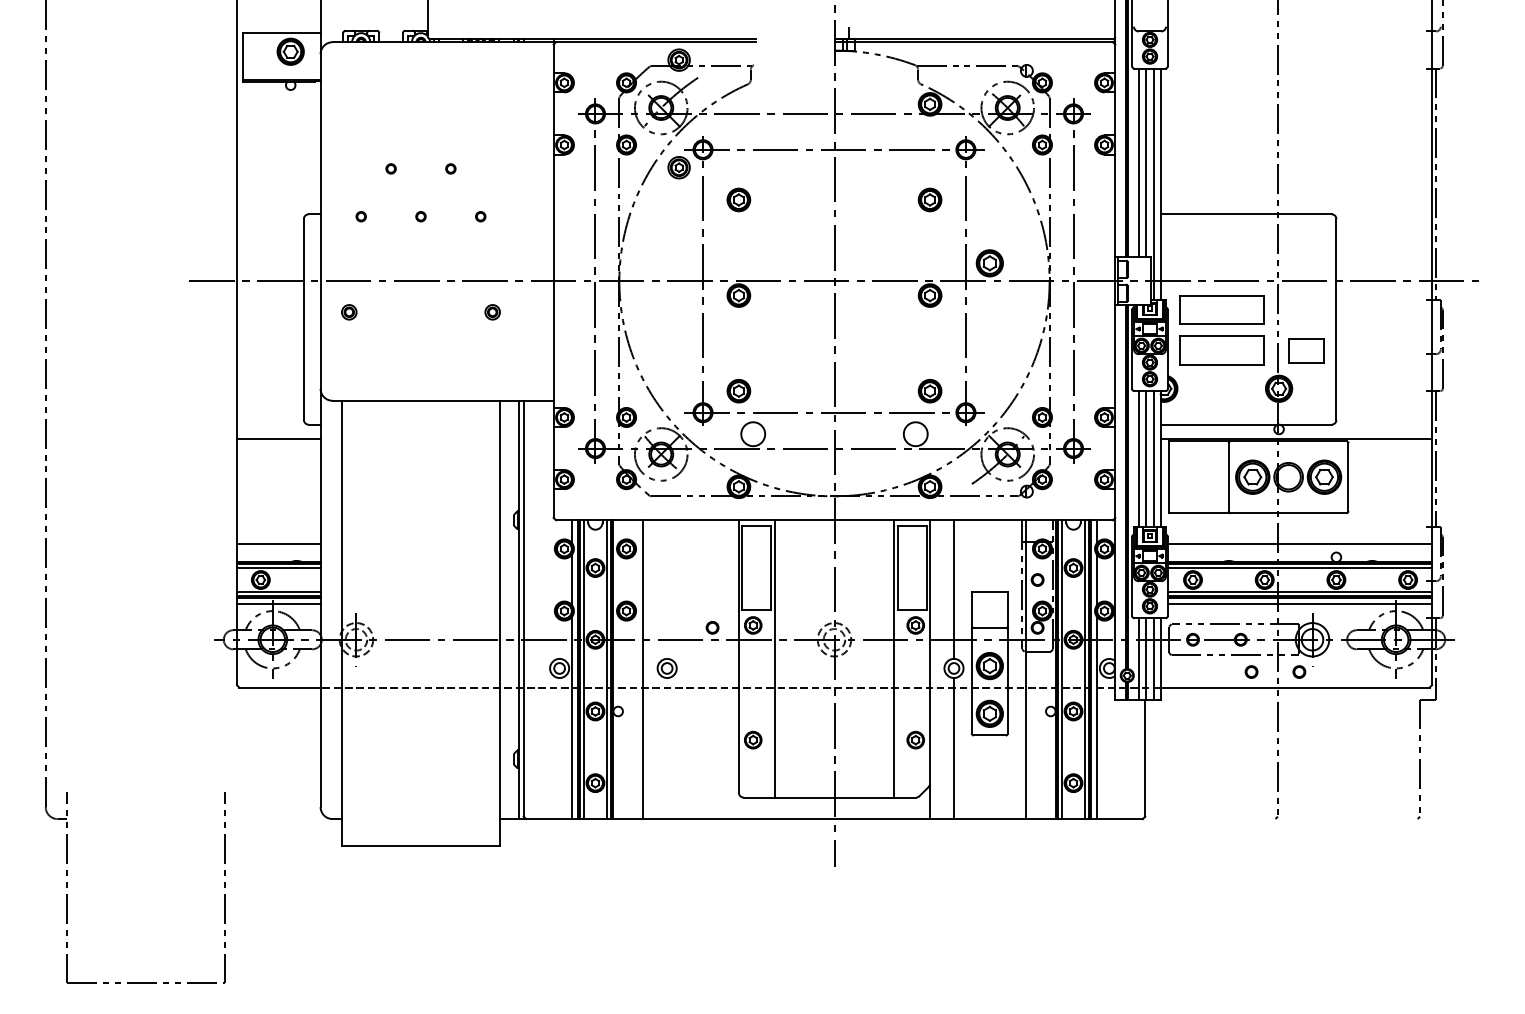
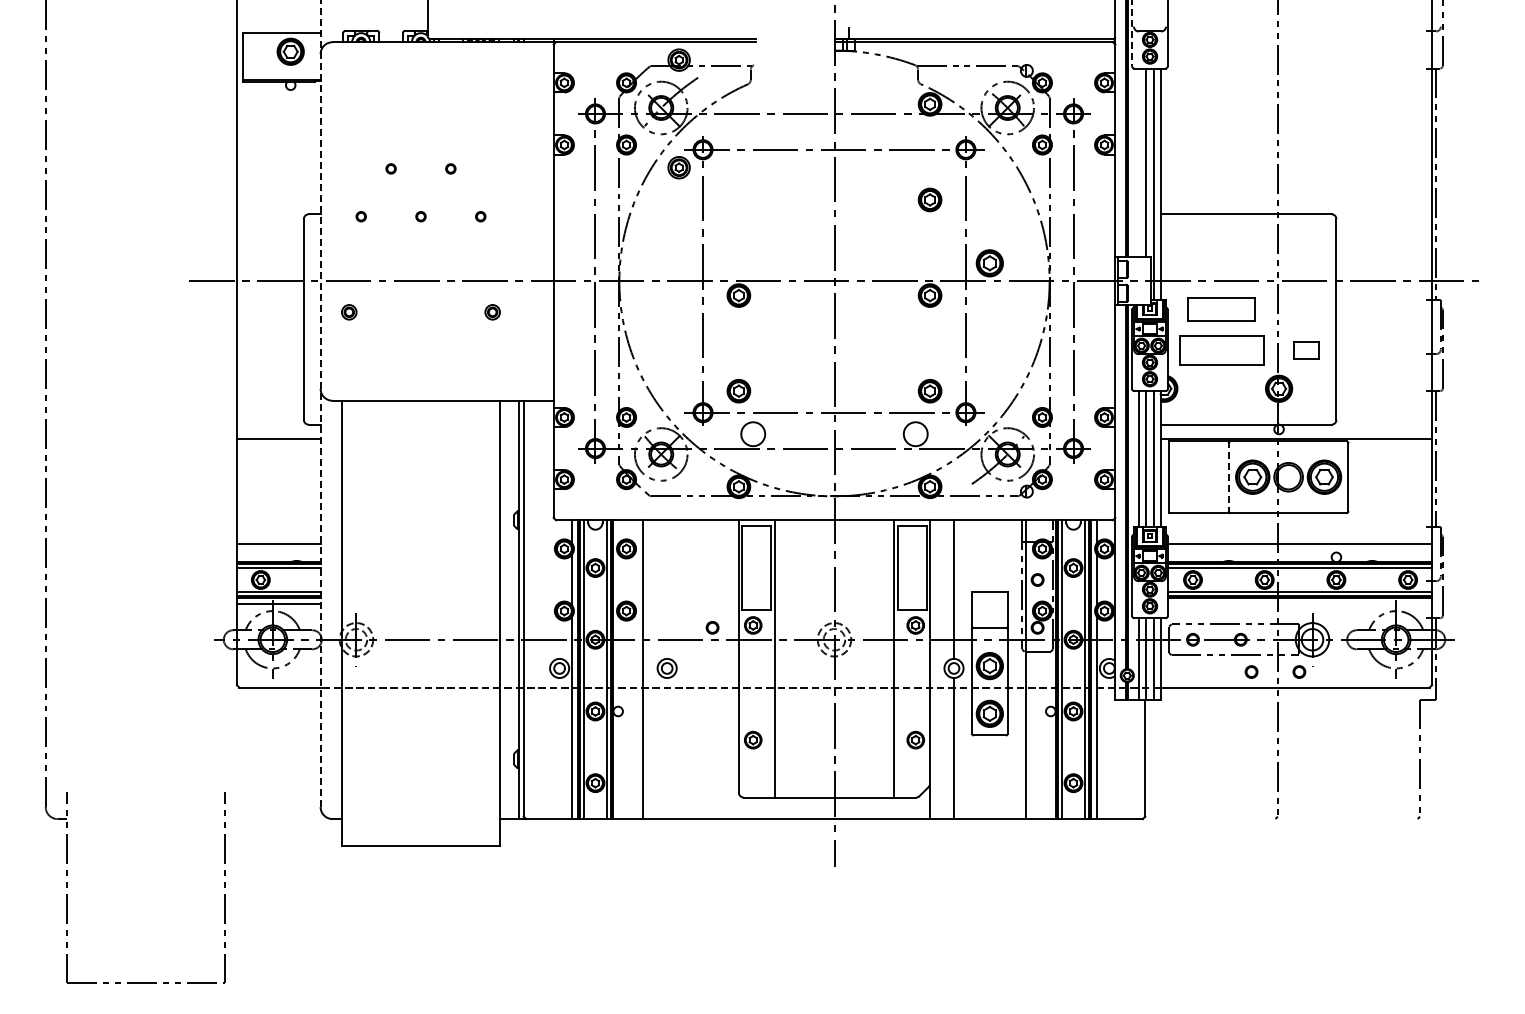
line at (1132, 33): solid -> dashed
line at (1139, 162): present -> none
part at (738, 199): present -> none
part at (1221, 309) size: 86x30 px -> 69x25 px
part at (1306, 350) size: 37x26 px -> 27x19 px
line at (320, 403): solid -> dashed
line at (1228, 477): solid -> dashed
line at (1299, 603): present -> none
